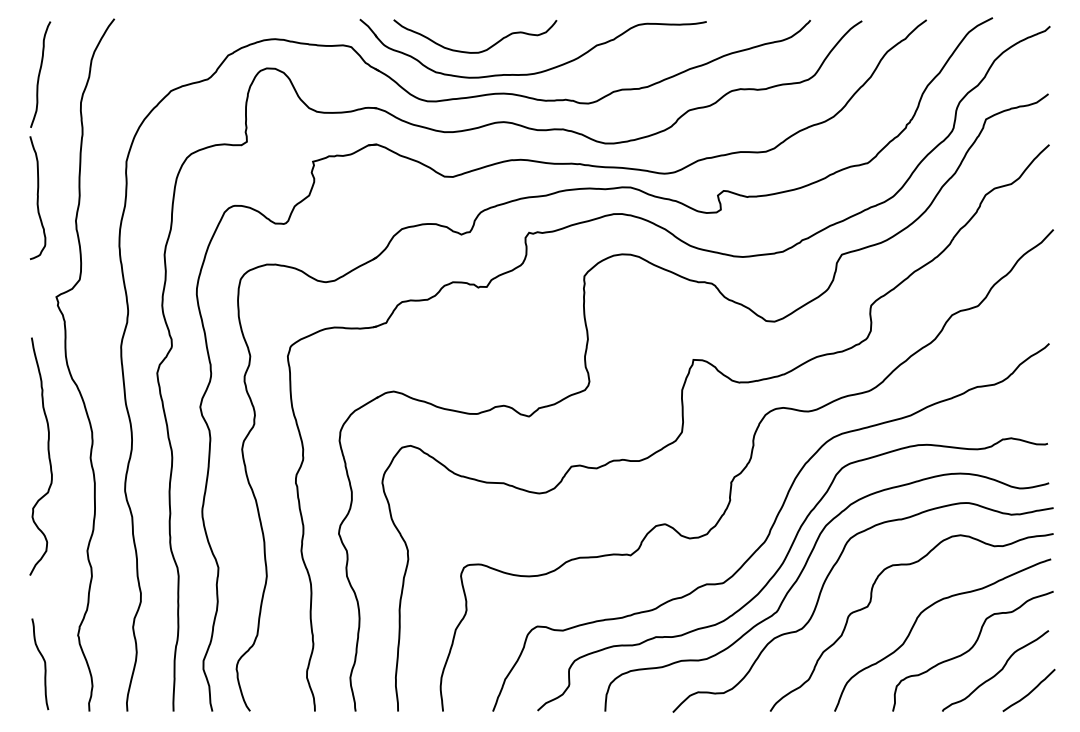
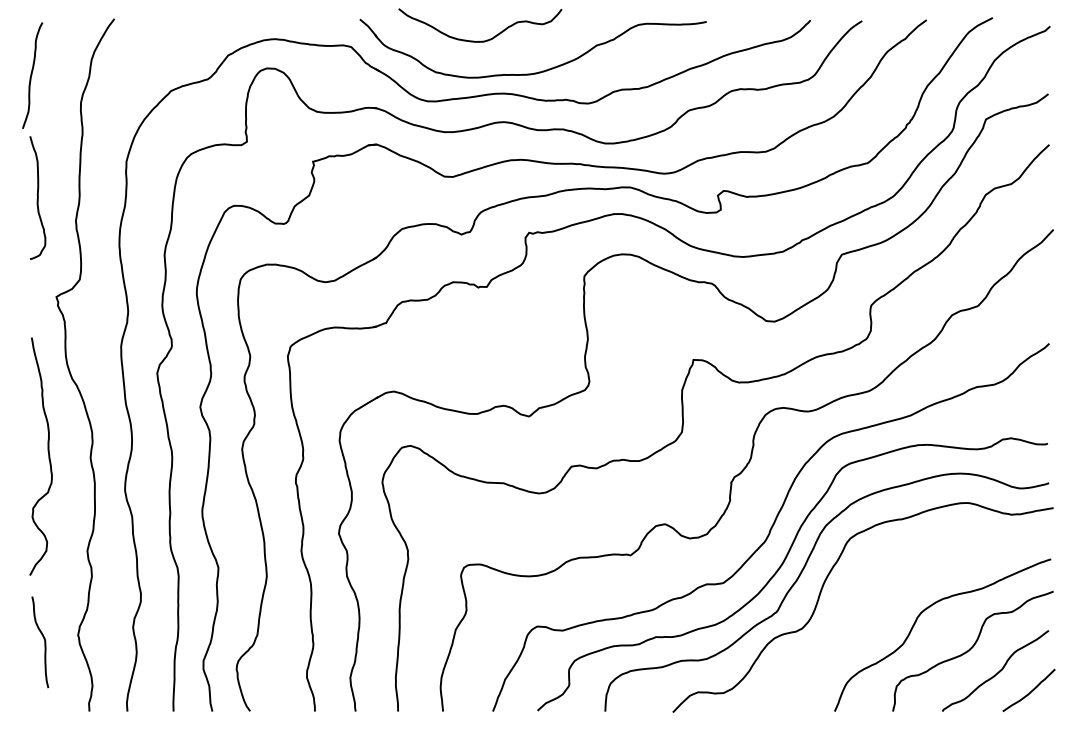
curve at (475, 51) position: (475, 51) -> (480, 40)
curve at (40, 74) position: (40, 74) -> (32, 75)
curve at (871, 601): present -> none
curve at (44, 664) position: (44, 664) -> (44, 642)
